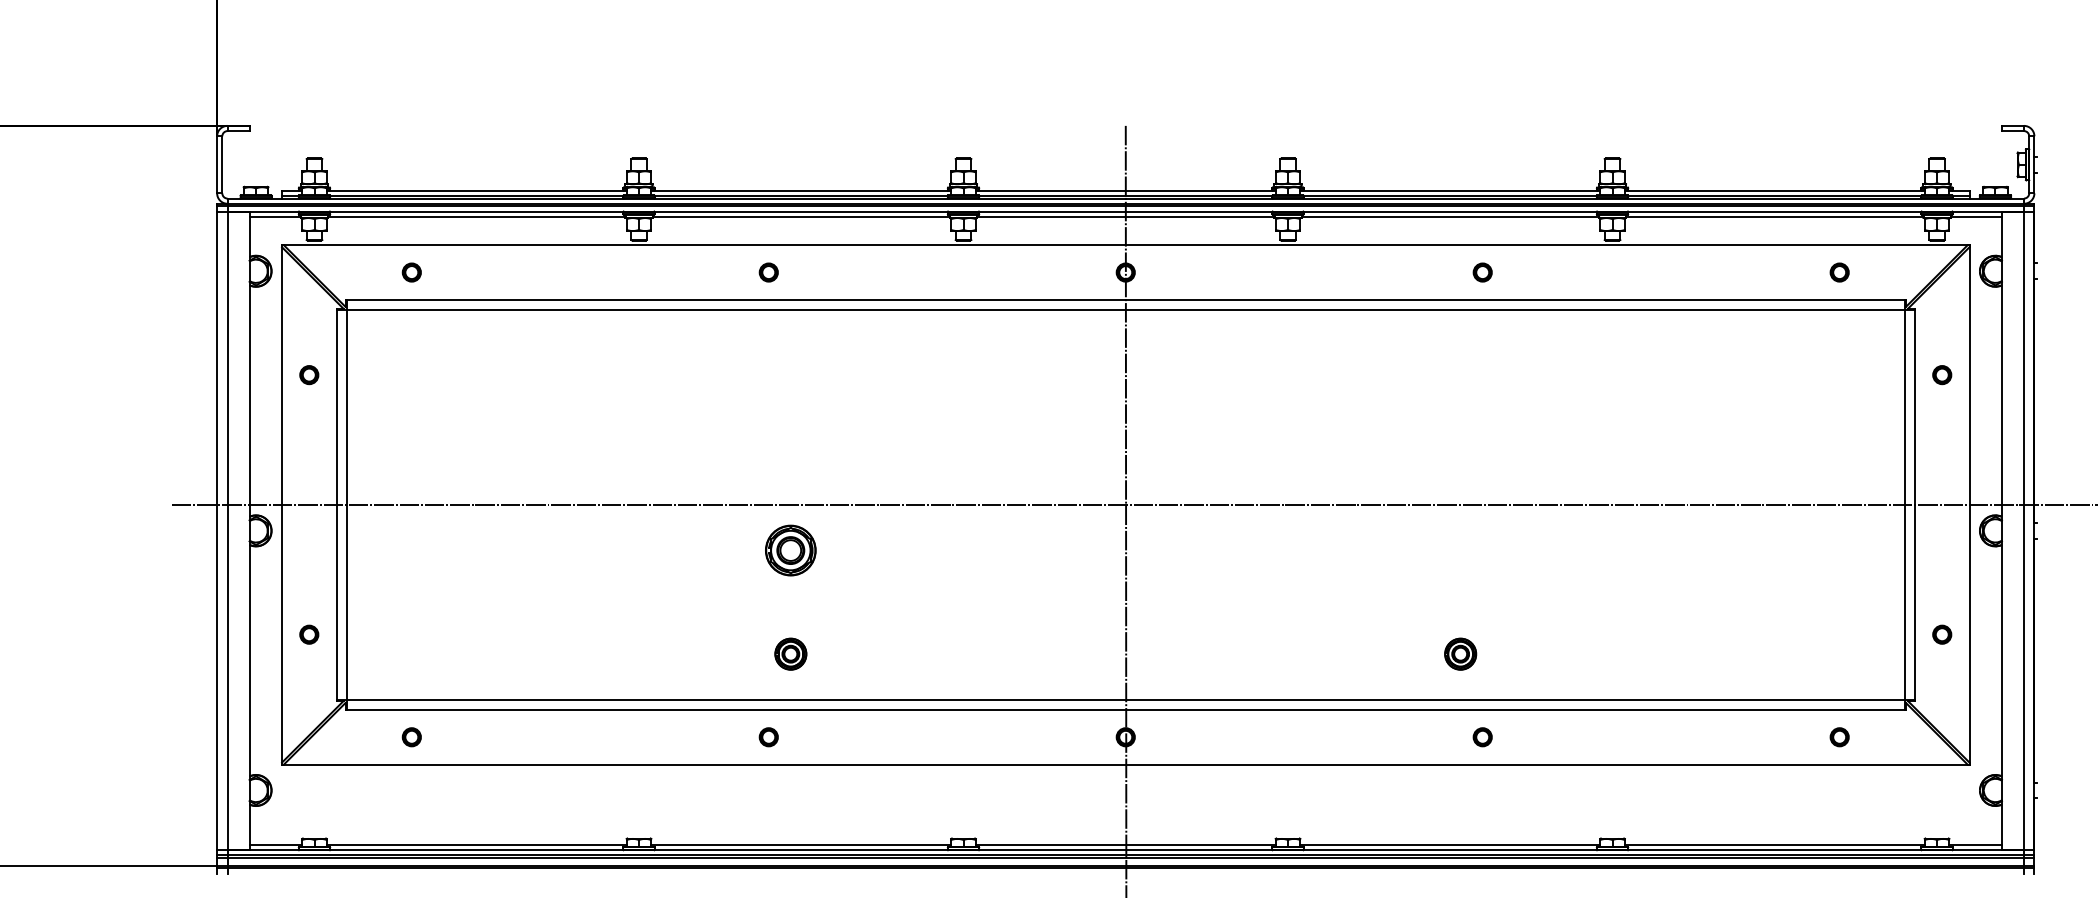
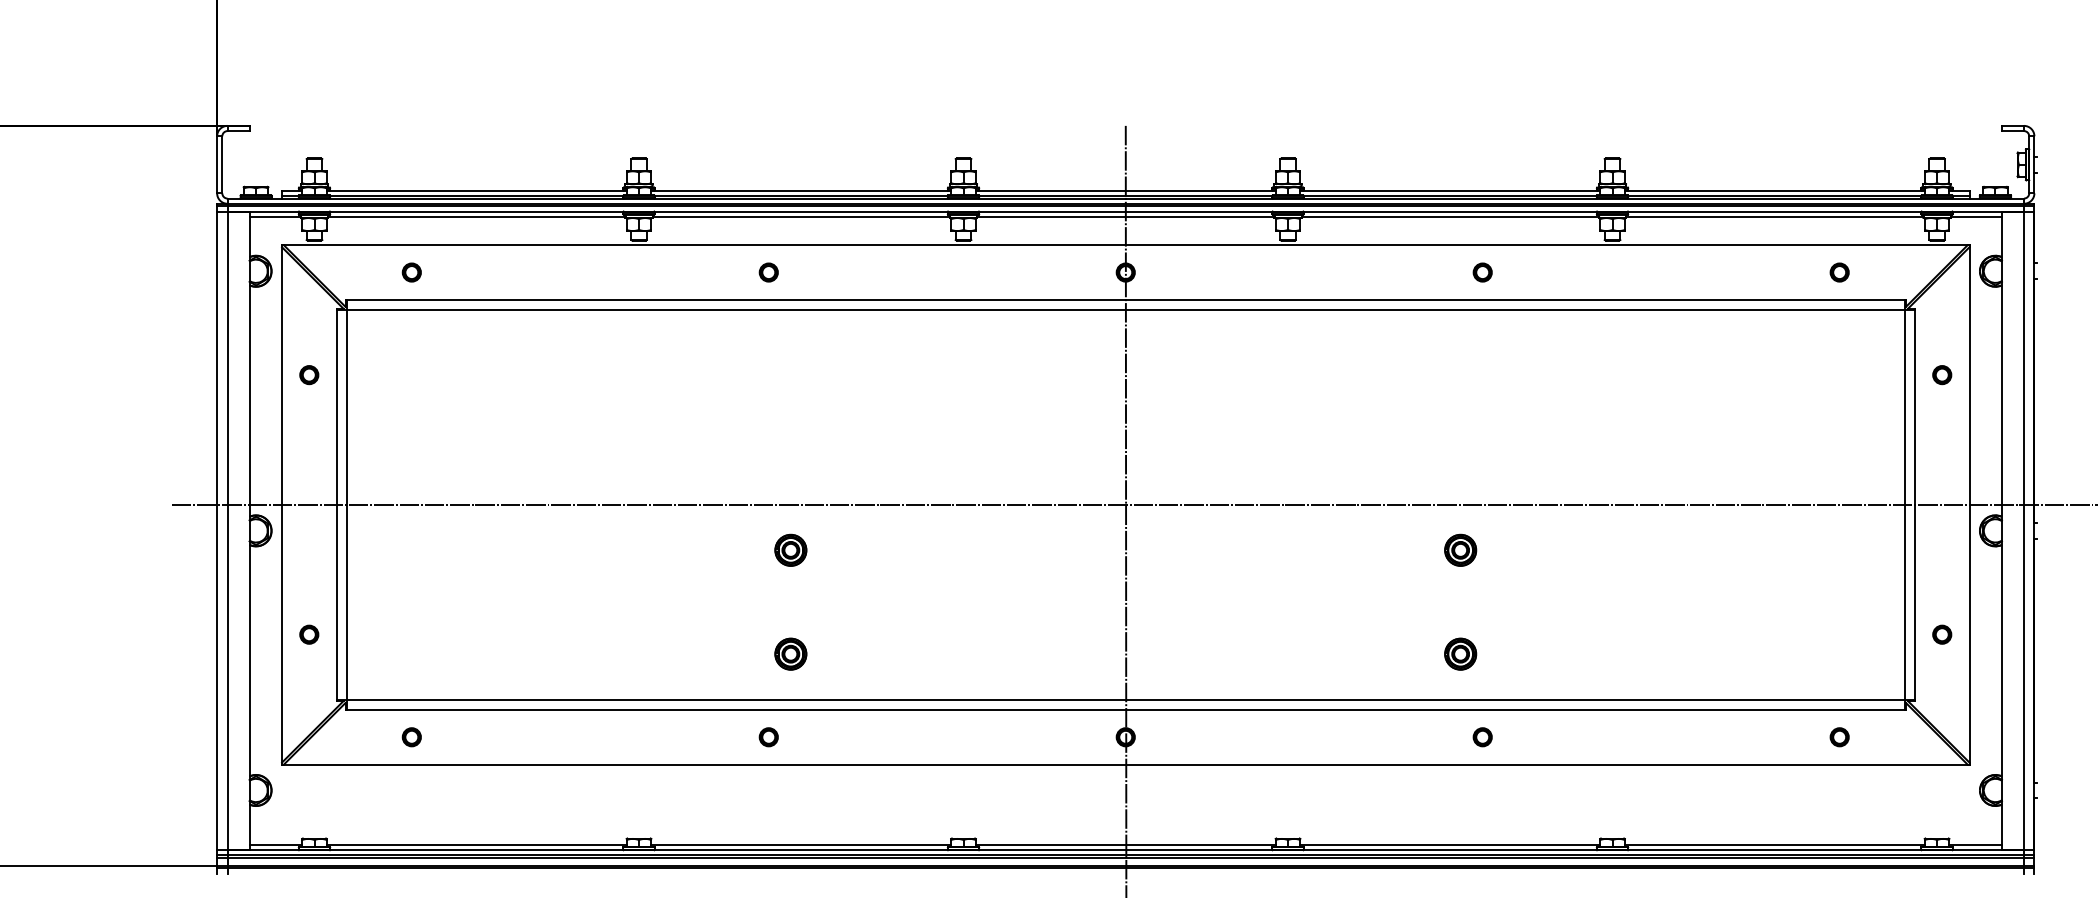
part at (1460, 549): none -> present
part at (790, 550) size: 52x53 px -> 34x34 px
